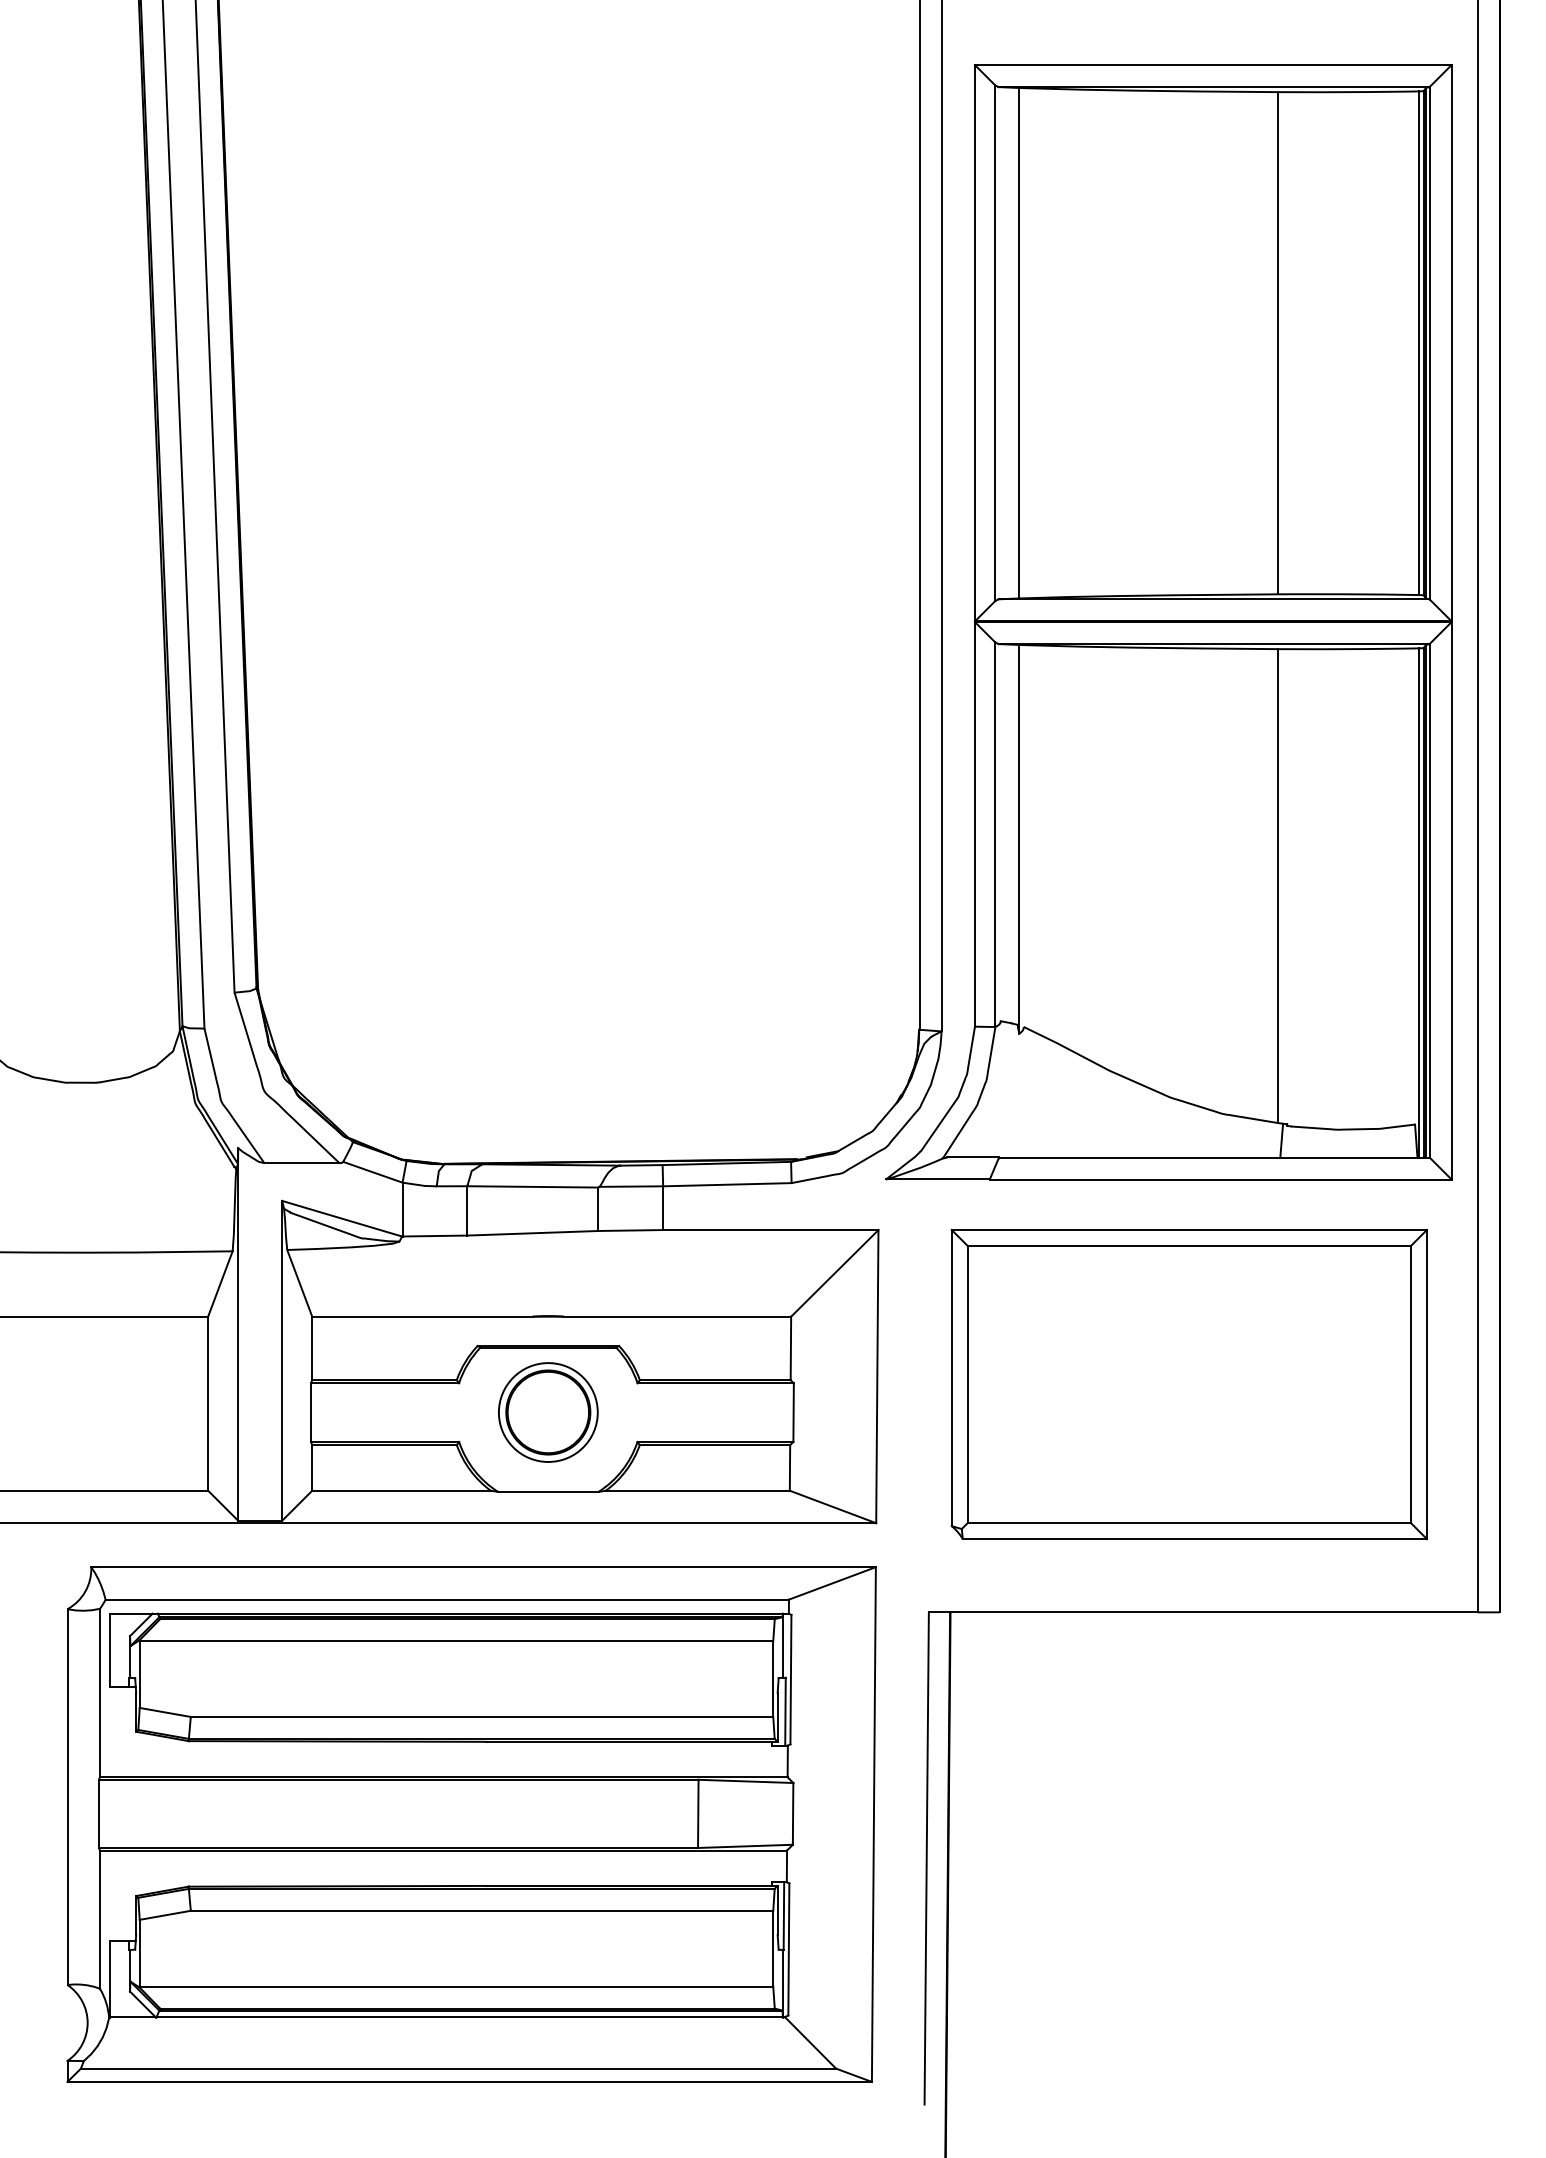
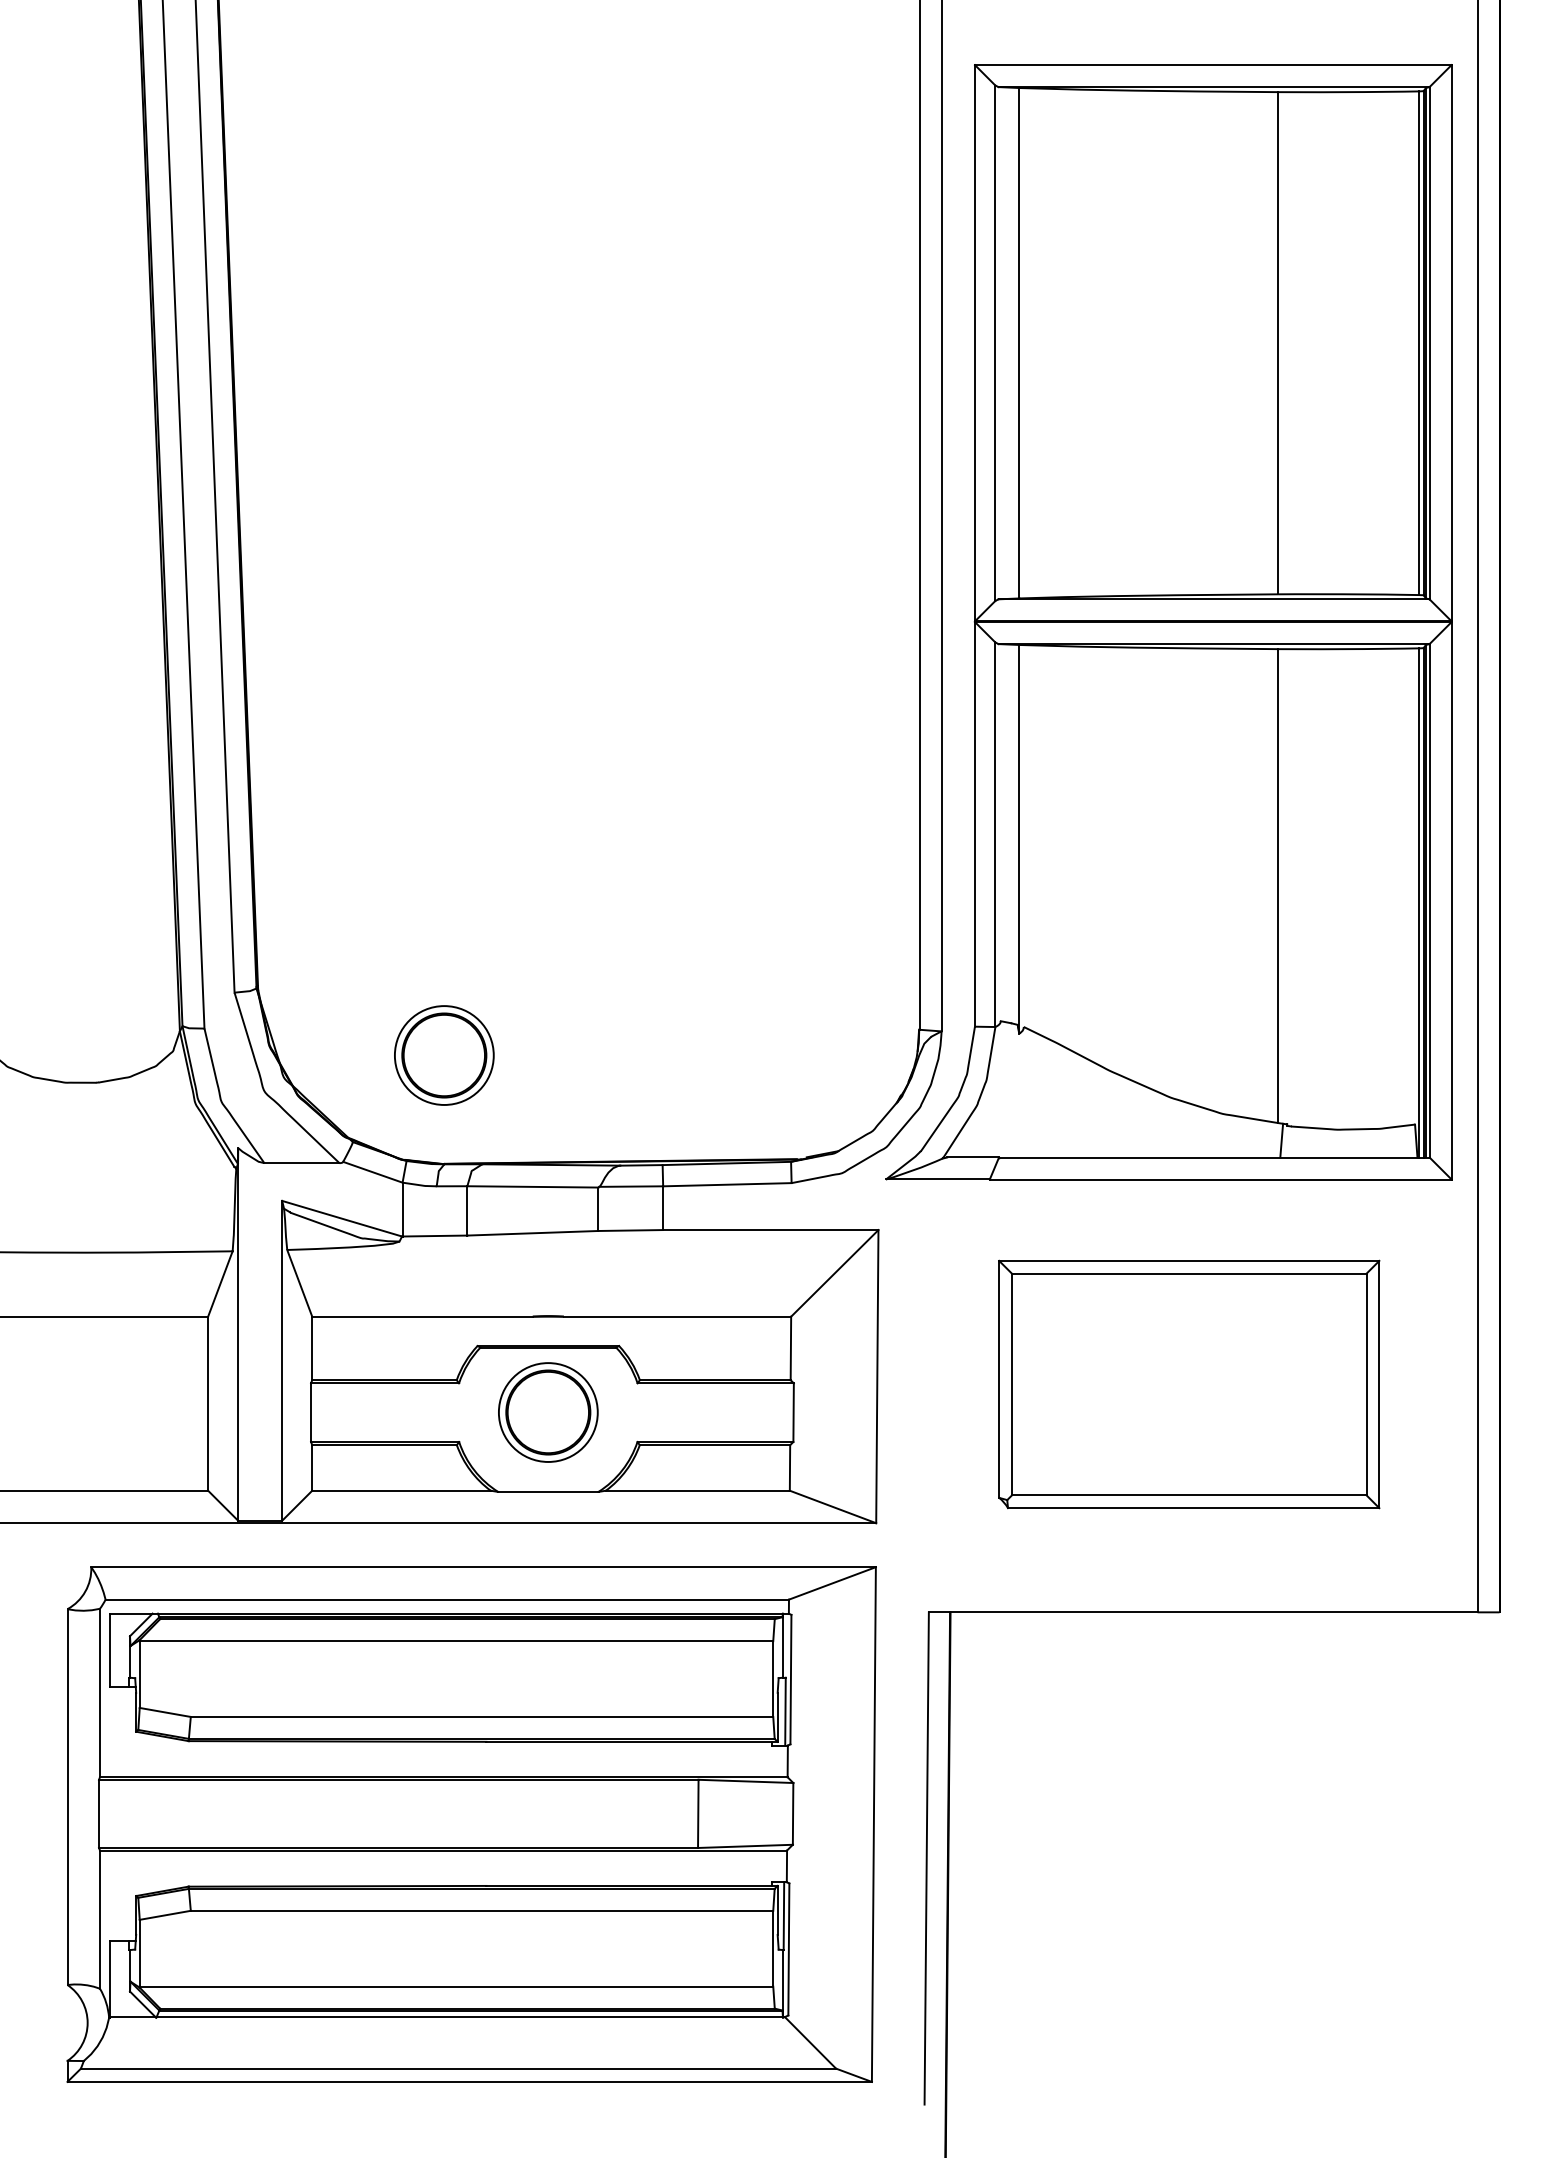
part at (444, 1055): none -> present
part at (1188, 1384) size: 478x311 px -> 383x251 px
